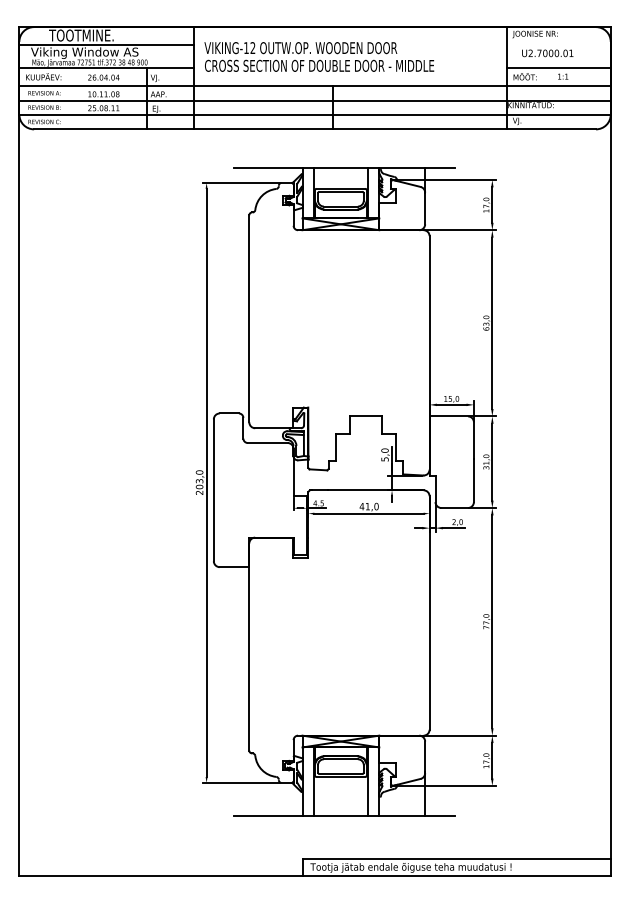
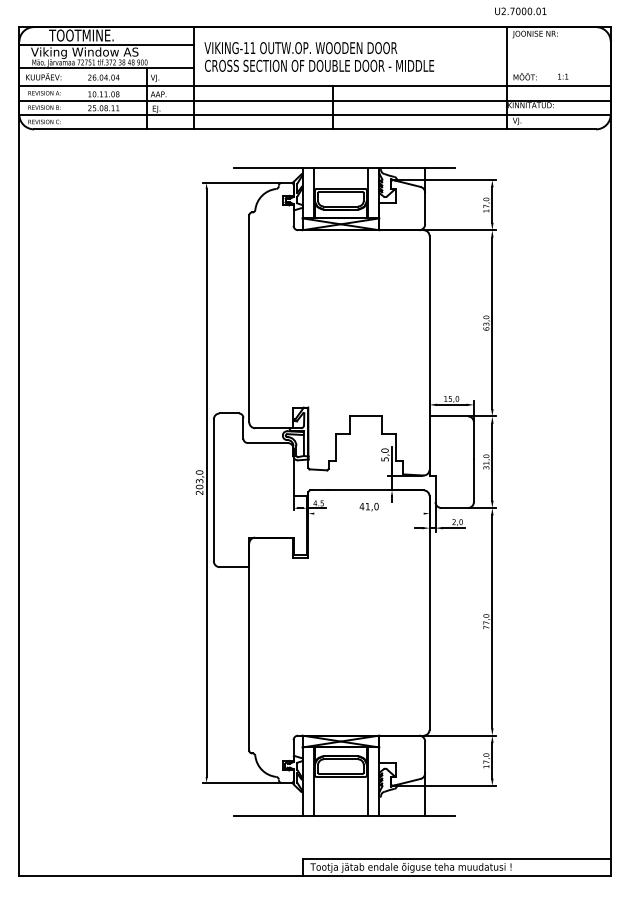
text at (252, 47): VIKING-12 -> VIKING-11
text at (547, 53) position: (547, 53) -> (520, 11)
line at (558, 68): present -> none
line at (368, 513): present -> none
